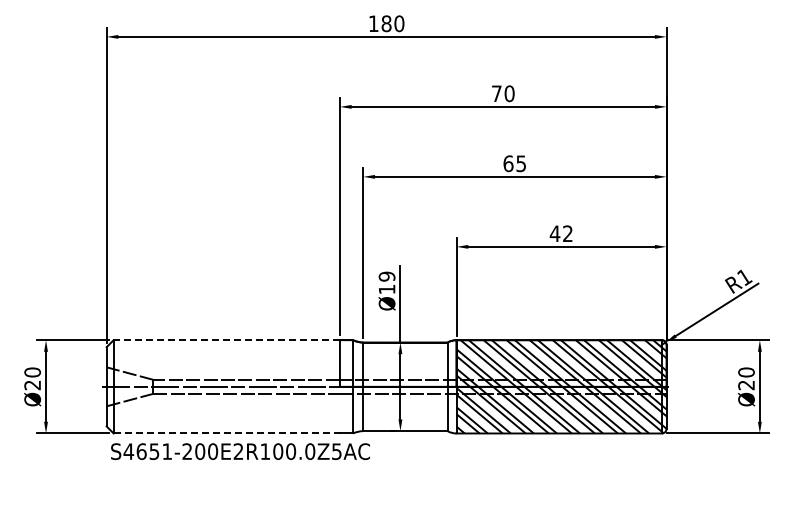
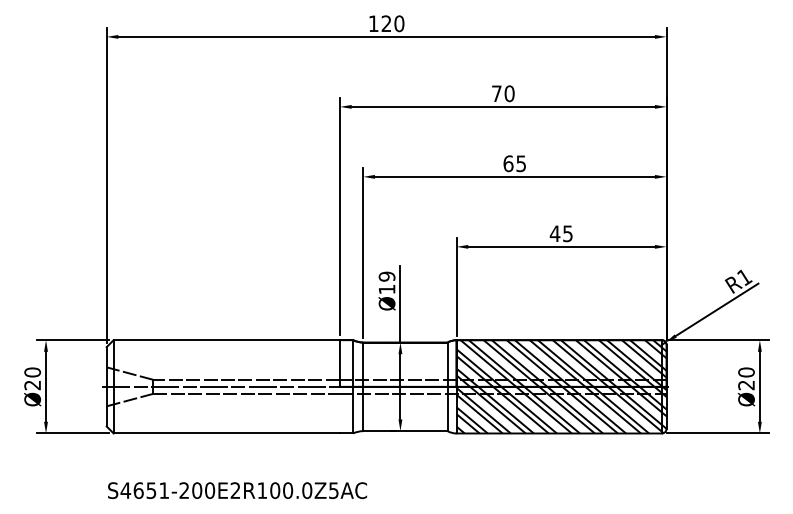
text at (386, 23): 180 -> 120
text at (567, 233): 42 -> 45
line at (226, 340): dashed -> solid
line at (227, 433): dashed -> solid
text at (240, 451) position: (240, 451) -> (237, 490)
